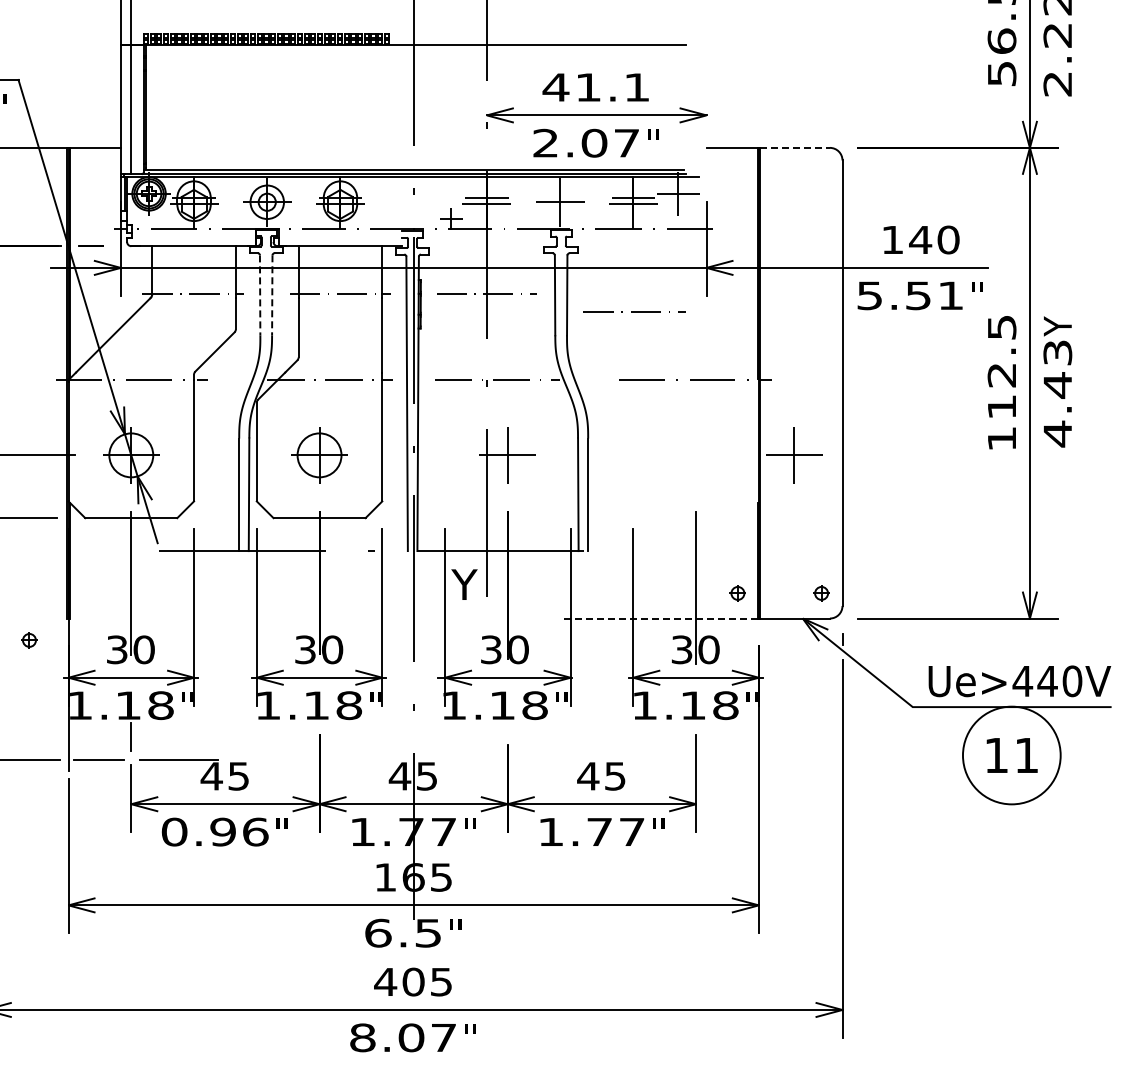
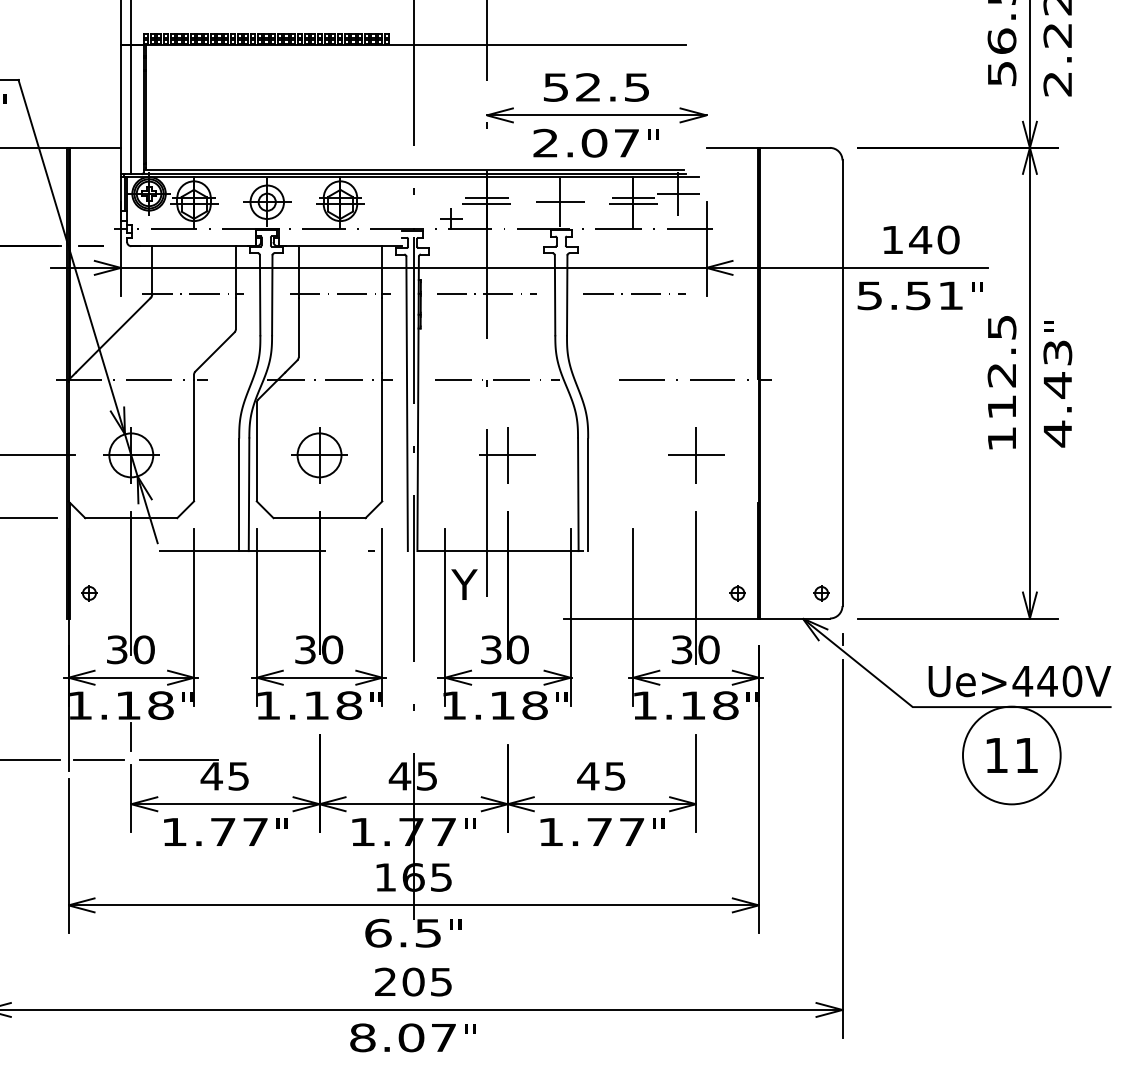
text at (595, 87): 41.1 -> 52.5
line at (795, 147): dashed -> solid
line at (260, 295): dashed -> solid
line at (272, 295): dashed -> solid
line at (634, 311) position: (634, 311) -> (634, 293)
text at (1057, 326): Y -> "
part at (794, 455) position: (794, 455) -> (696, 455)
line at (660, 618): dashed -> solid
part at (29, 640) position: (29, 640) -> (89, 593)
text at (214, 831): 0.96 -> 1.77
text at (385, 981): 405 -> 205
